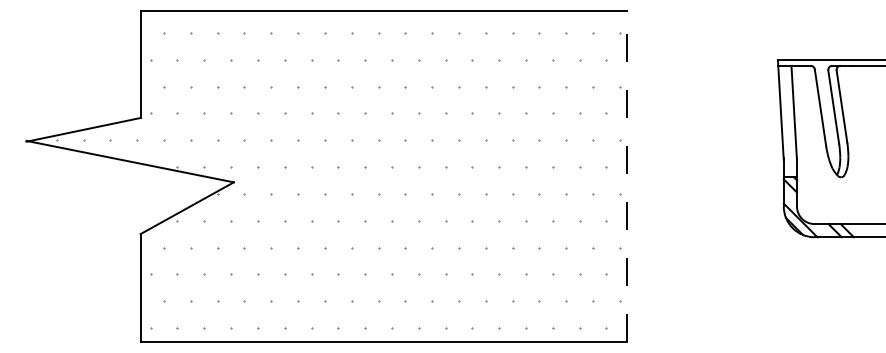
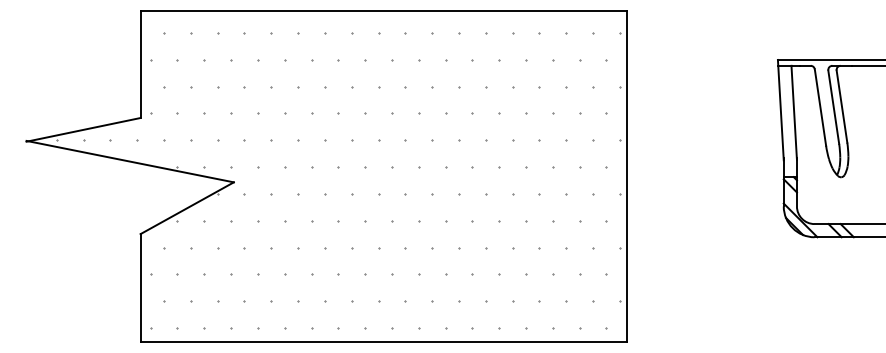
line at (627, 176): dashed -> solid
